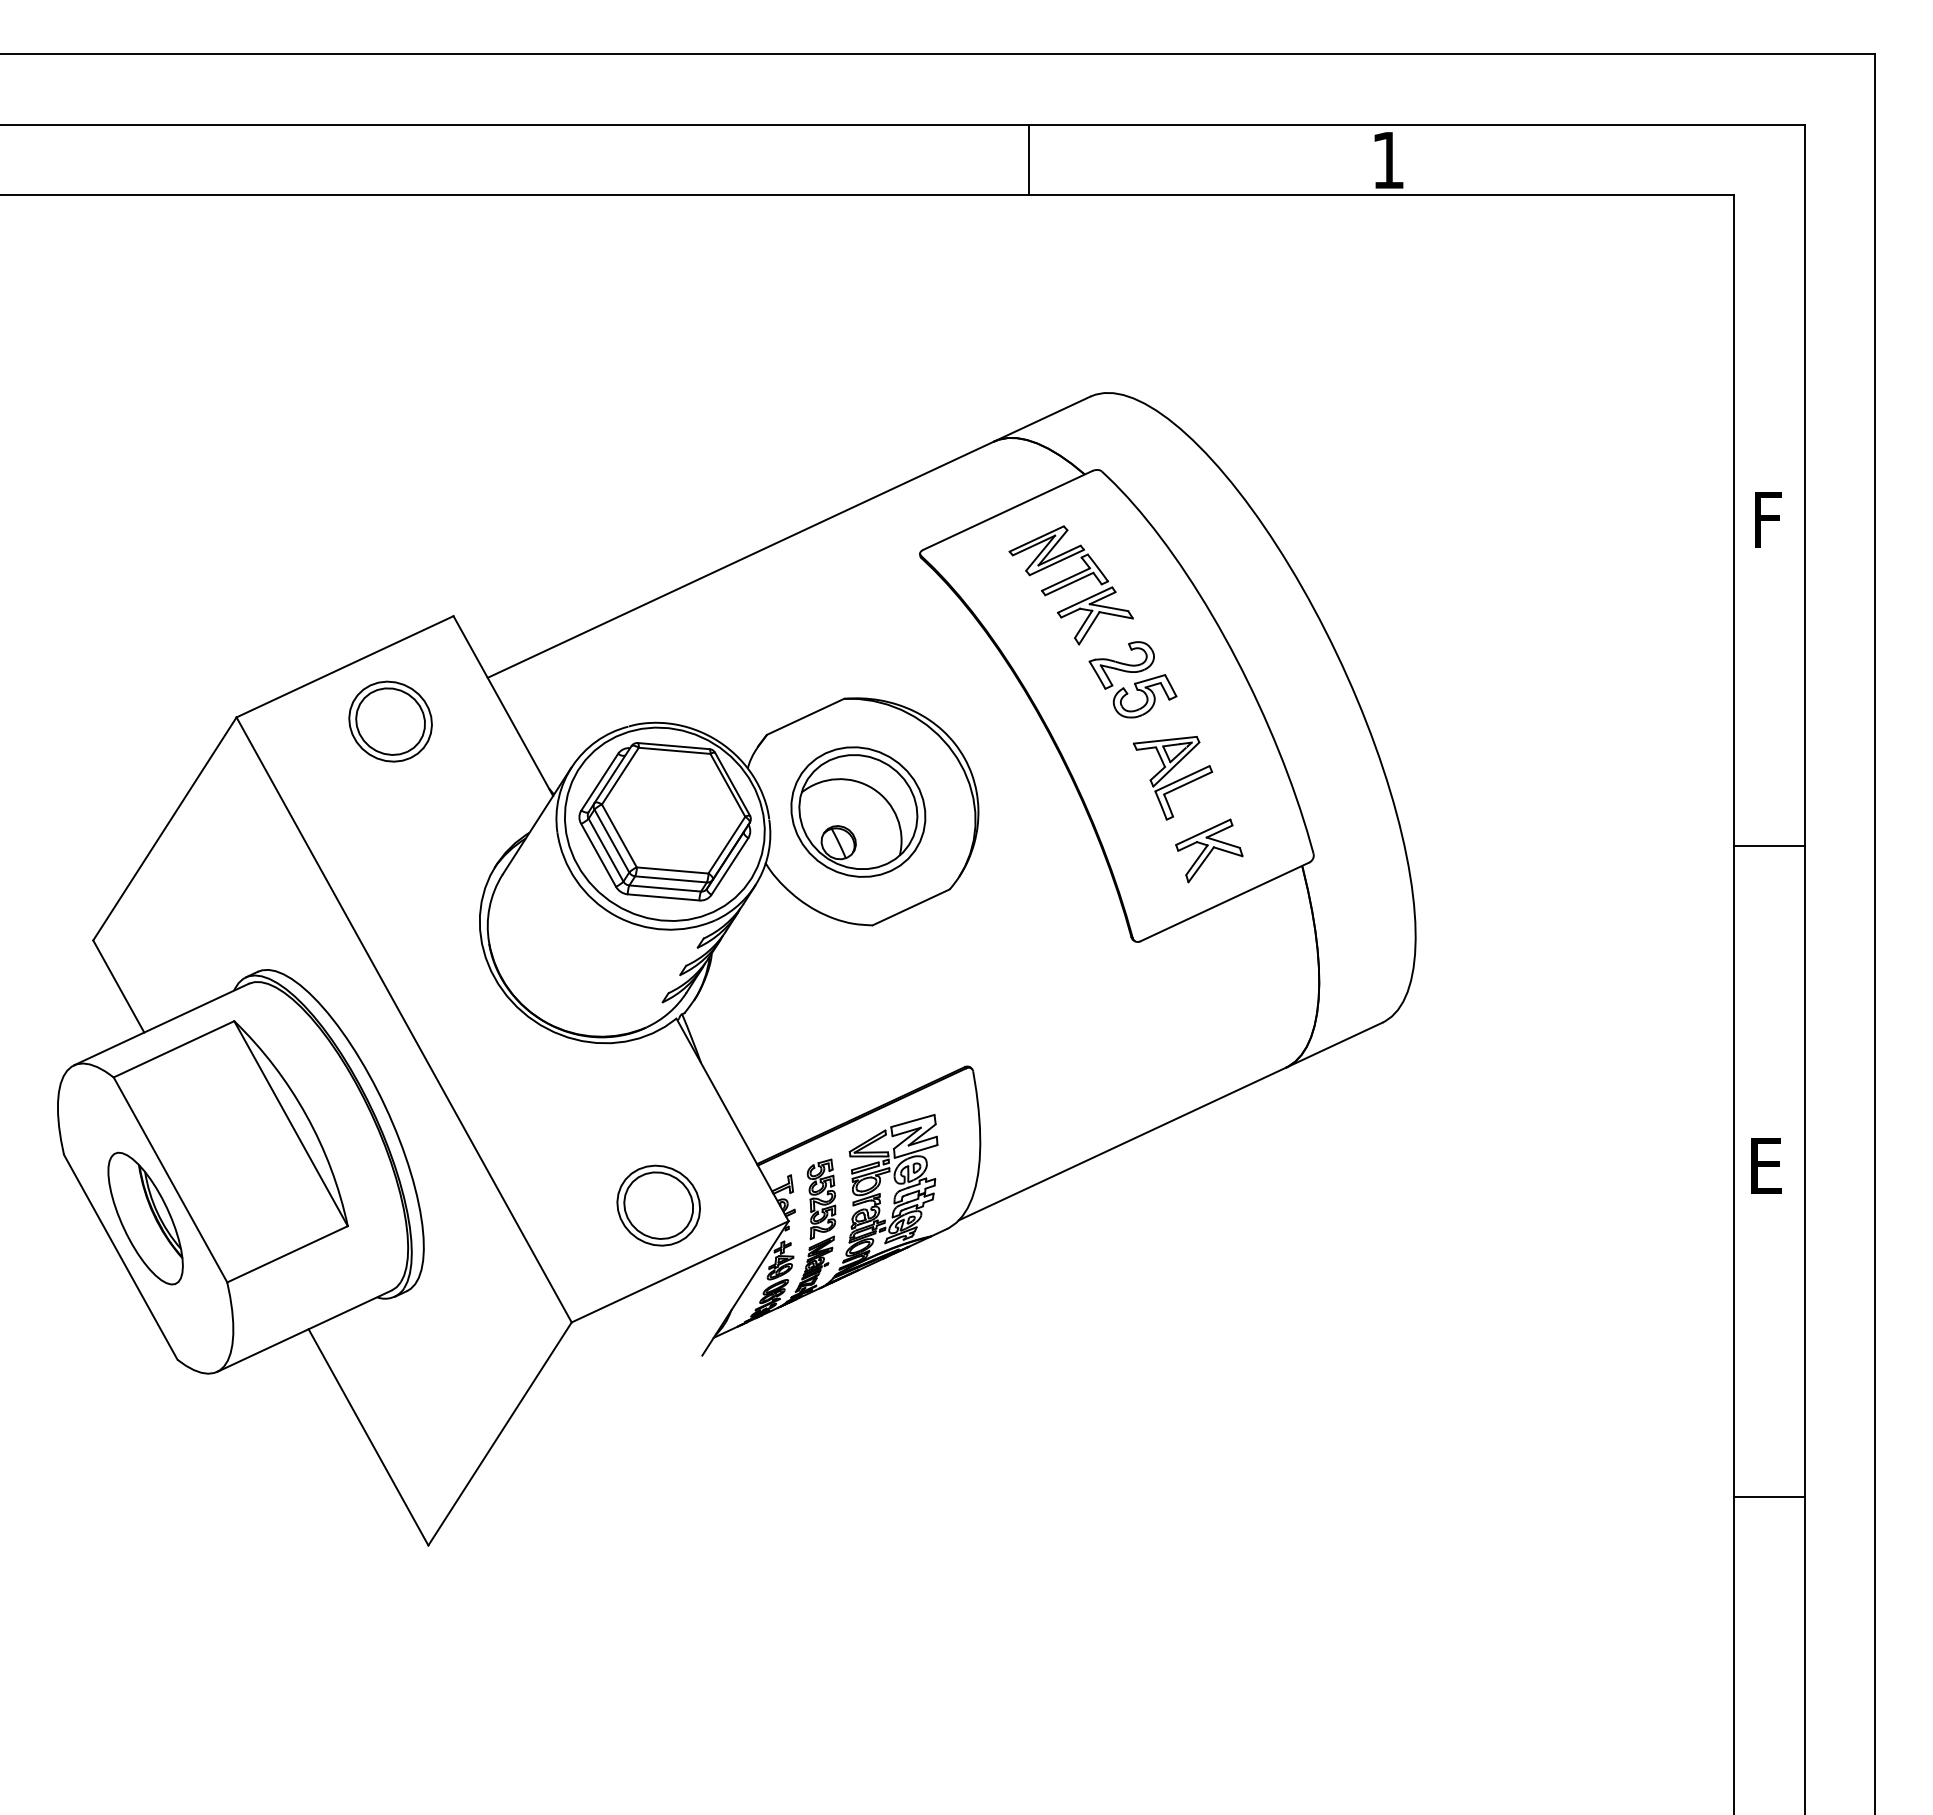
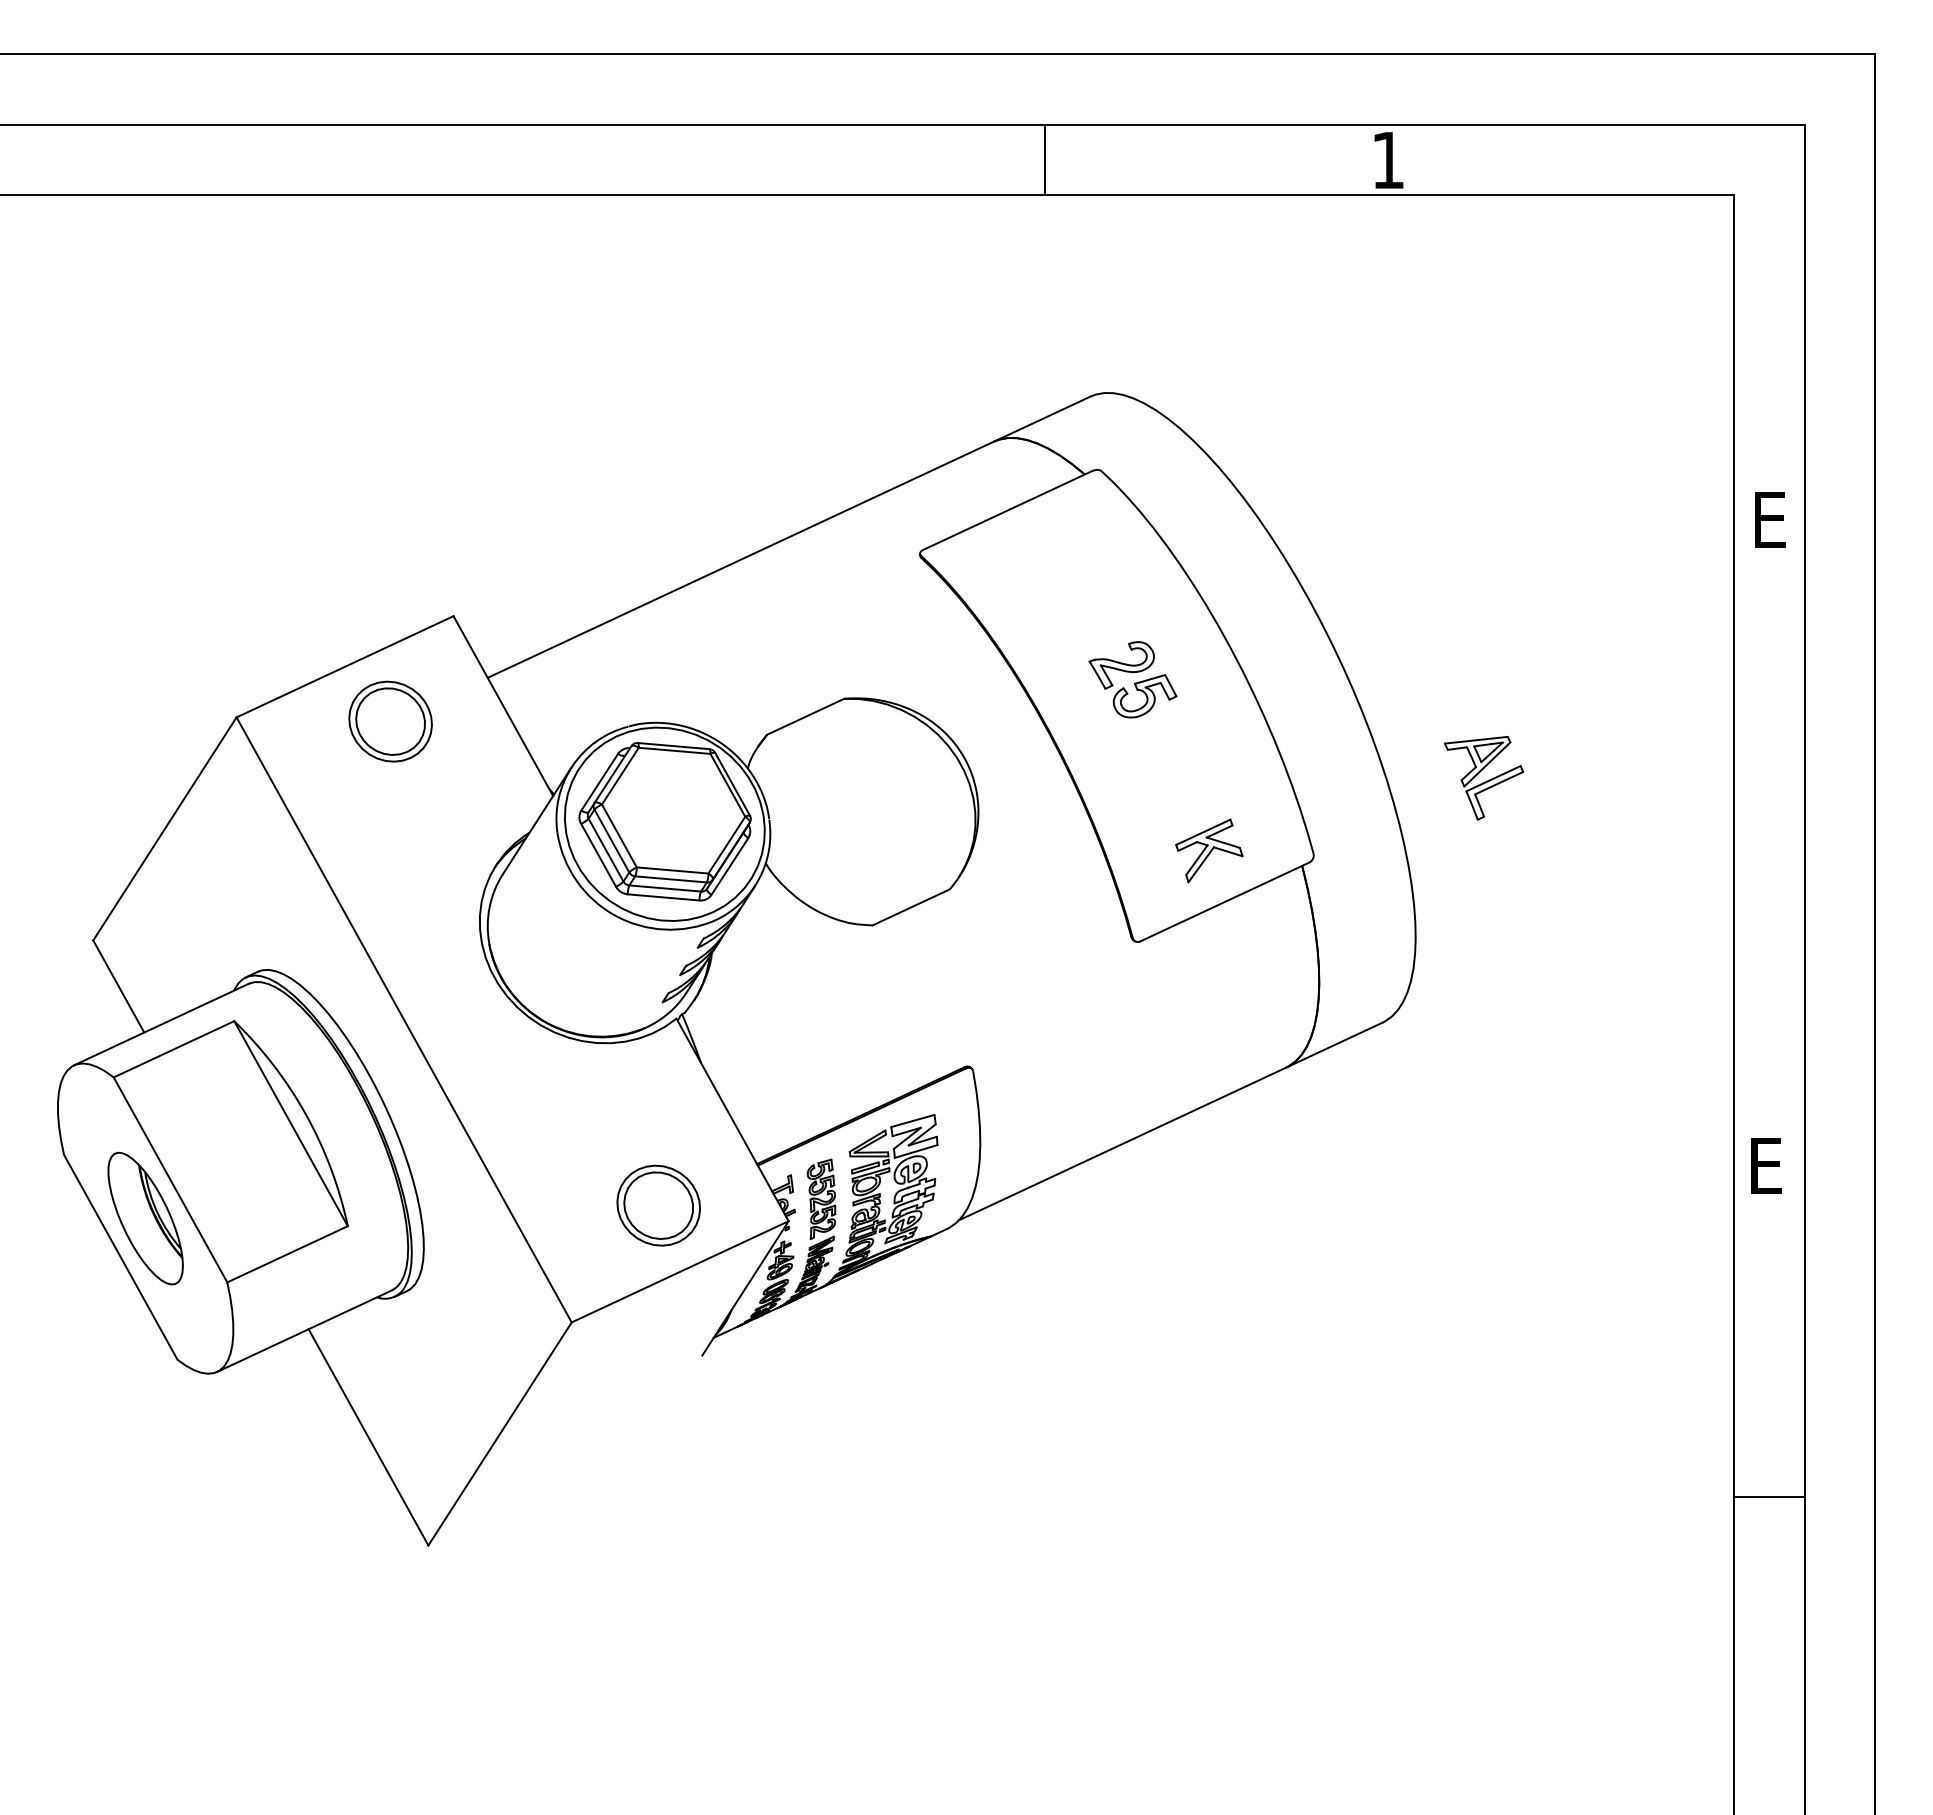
line at (1029, 159) position: (1029, 159) -> (1045, 159)
text at (1773, 519): F -> E
part at (1070, 585): present -> none
part at (1173, 778) position: (1173, 778) -> (1484, 778)
part at (858, 811): present -> none
line at (1769, 846): present -> none
